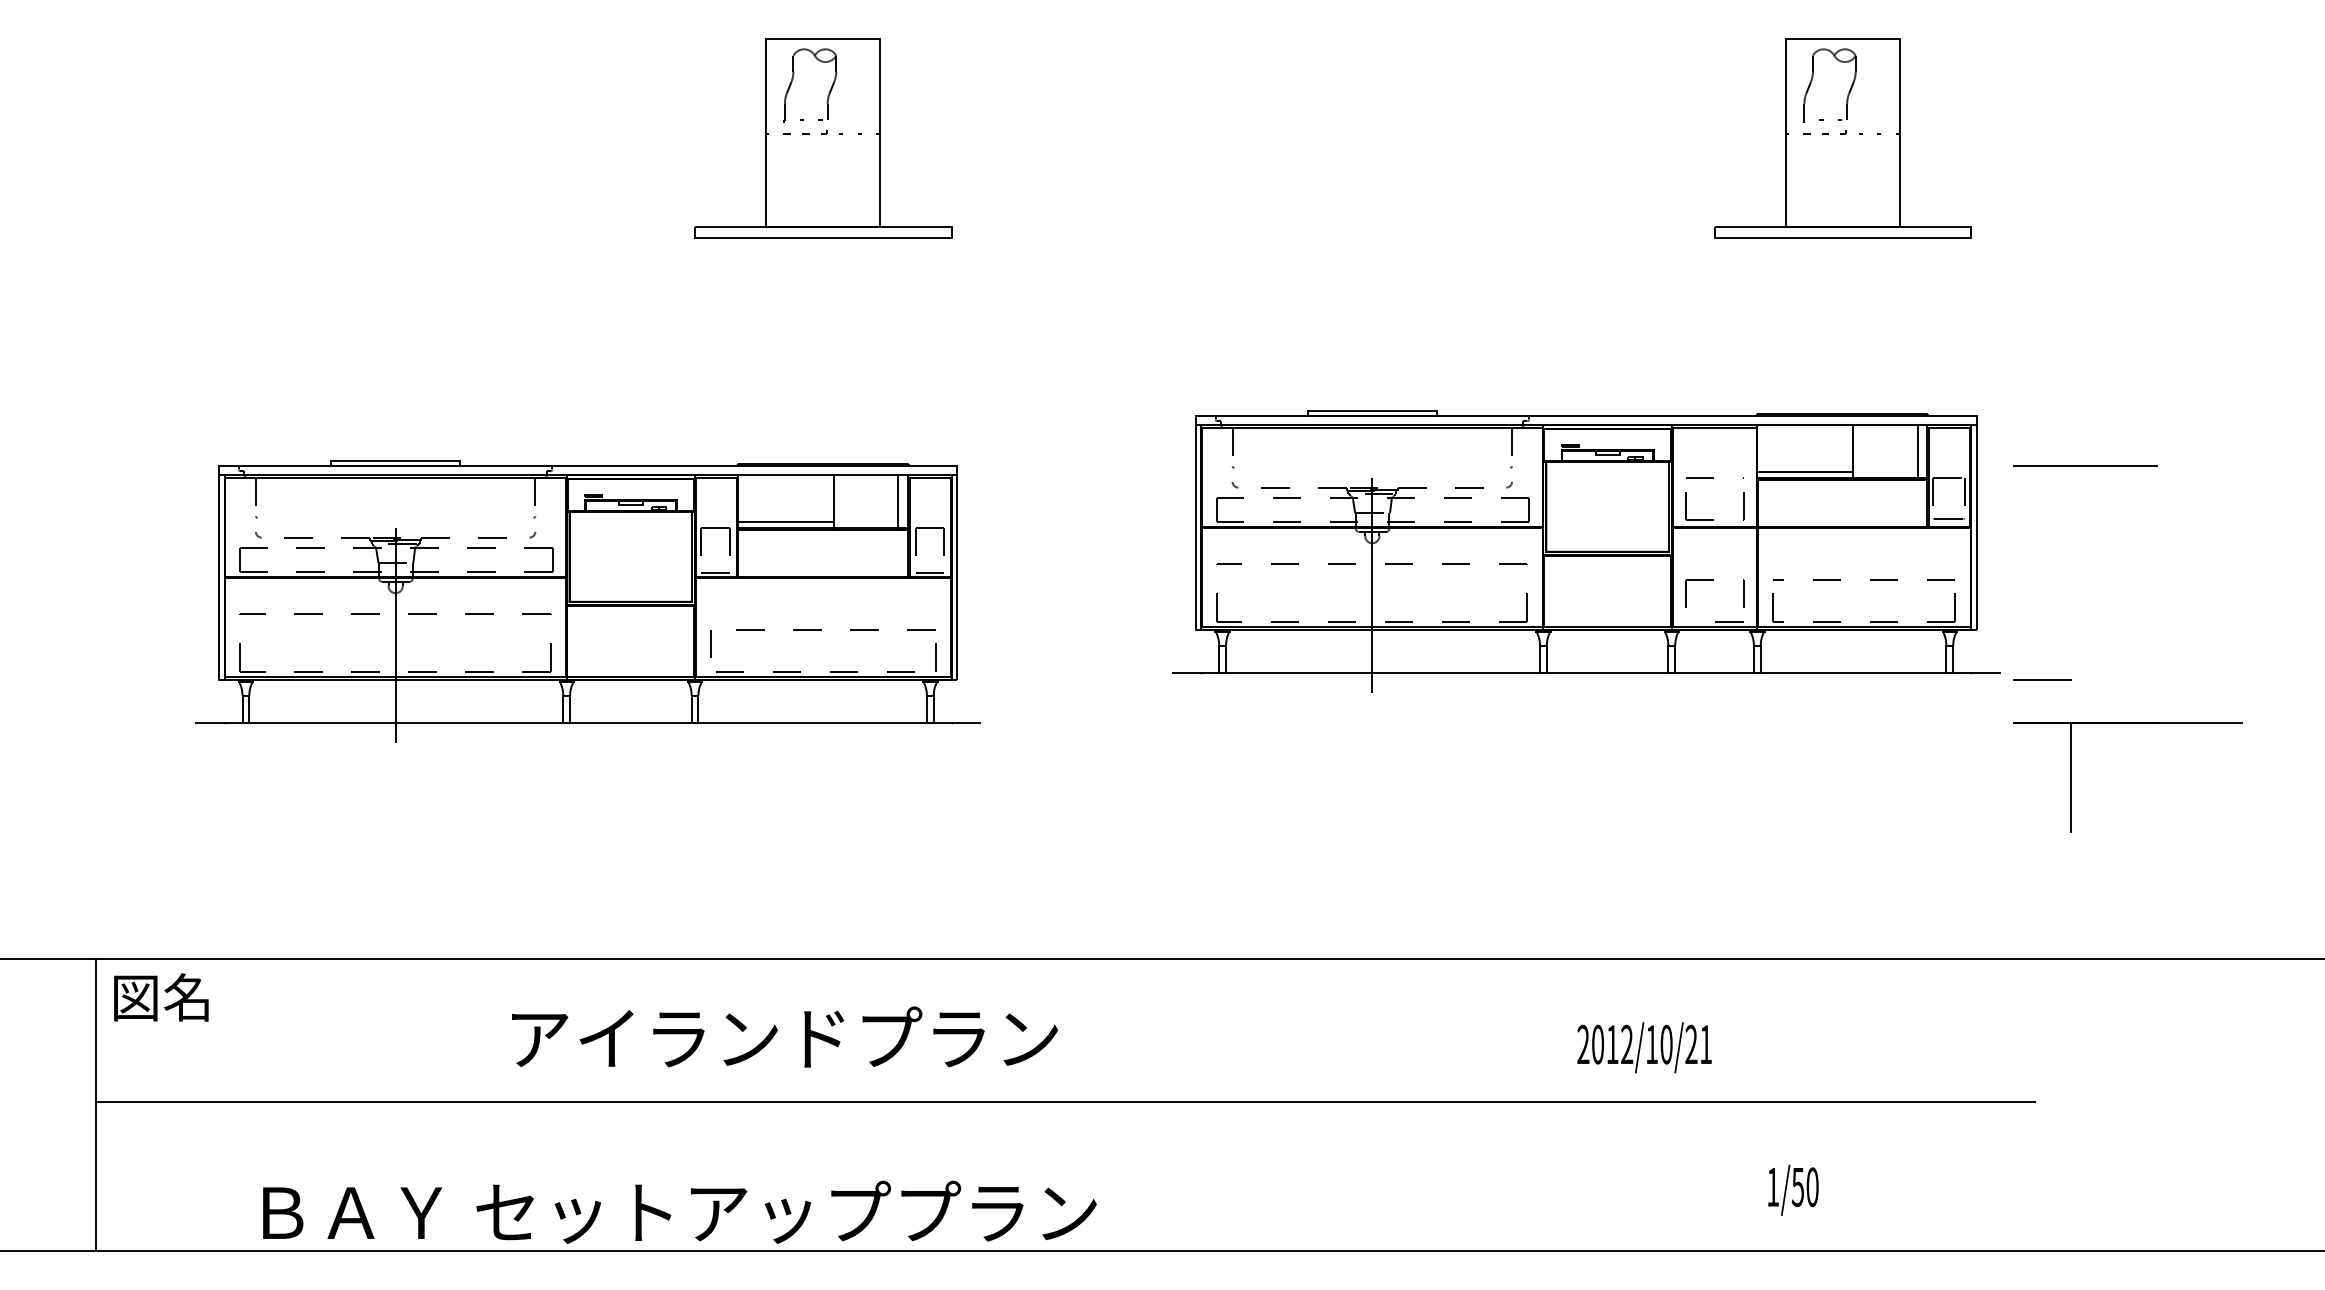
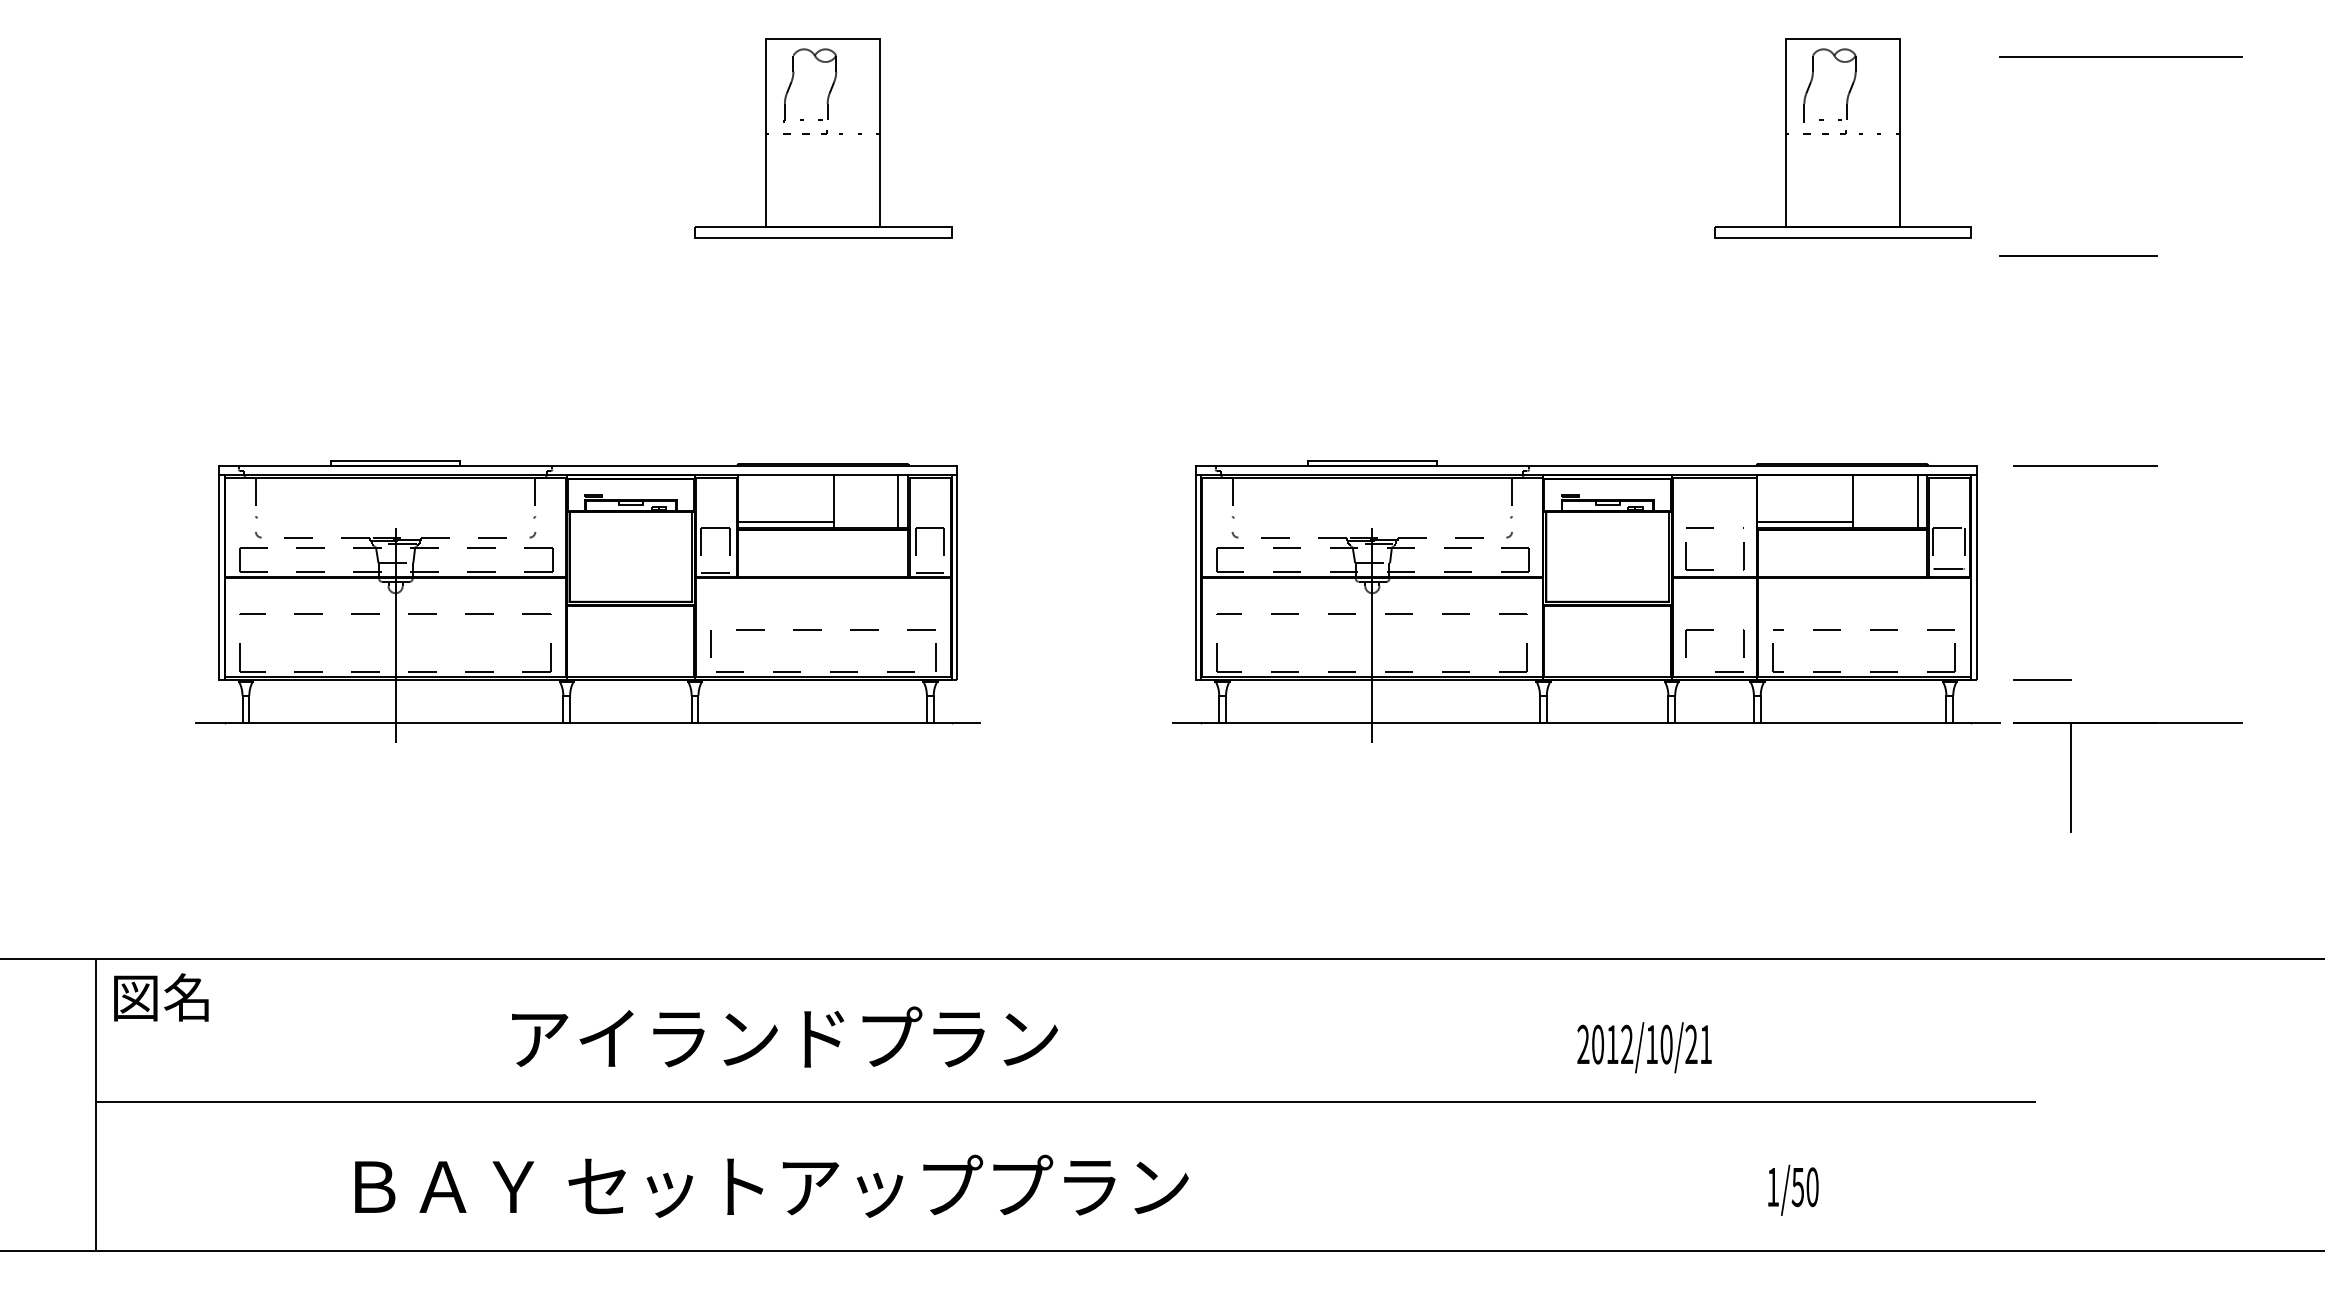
line at (2120, 56): none -> present
line at (2077, 256): none -> present
part at (1586, 551) position: (1586, 551) -> (1586, 601)
text at (679, 1211) position: (679, 1211) -> (771, 1185)
